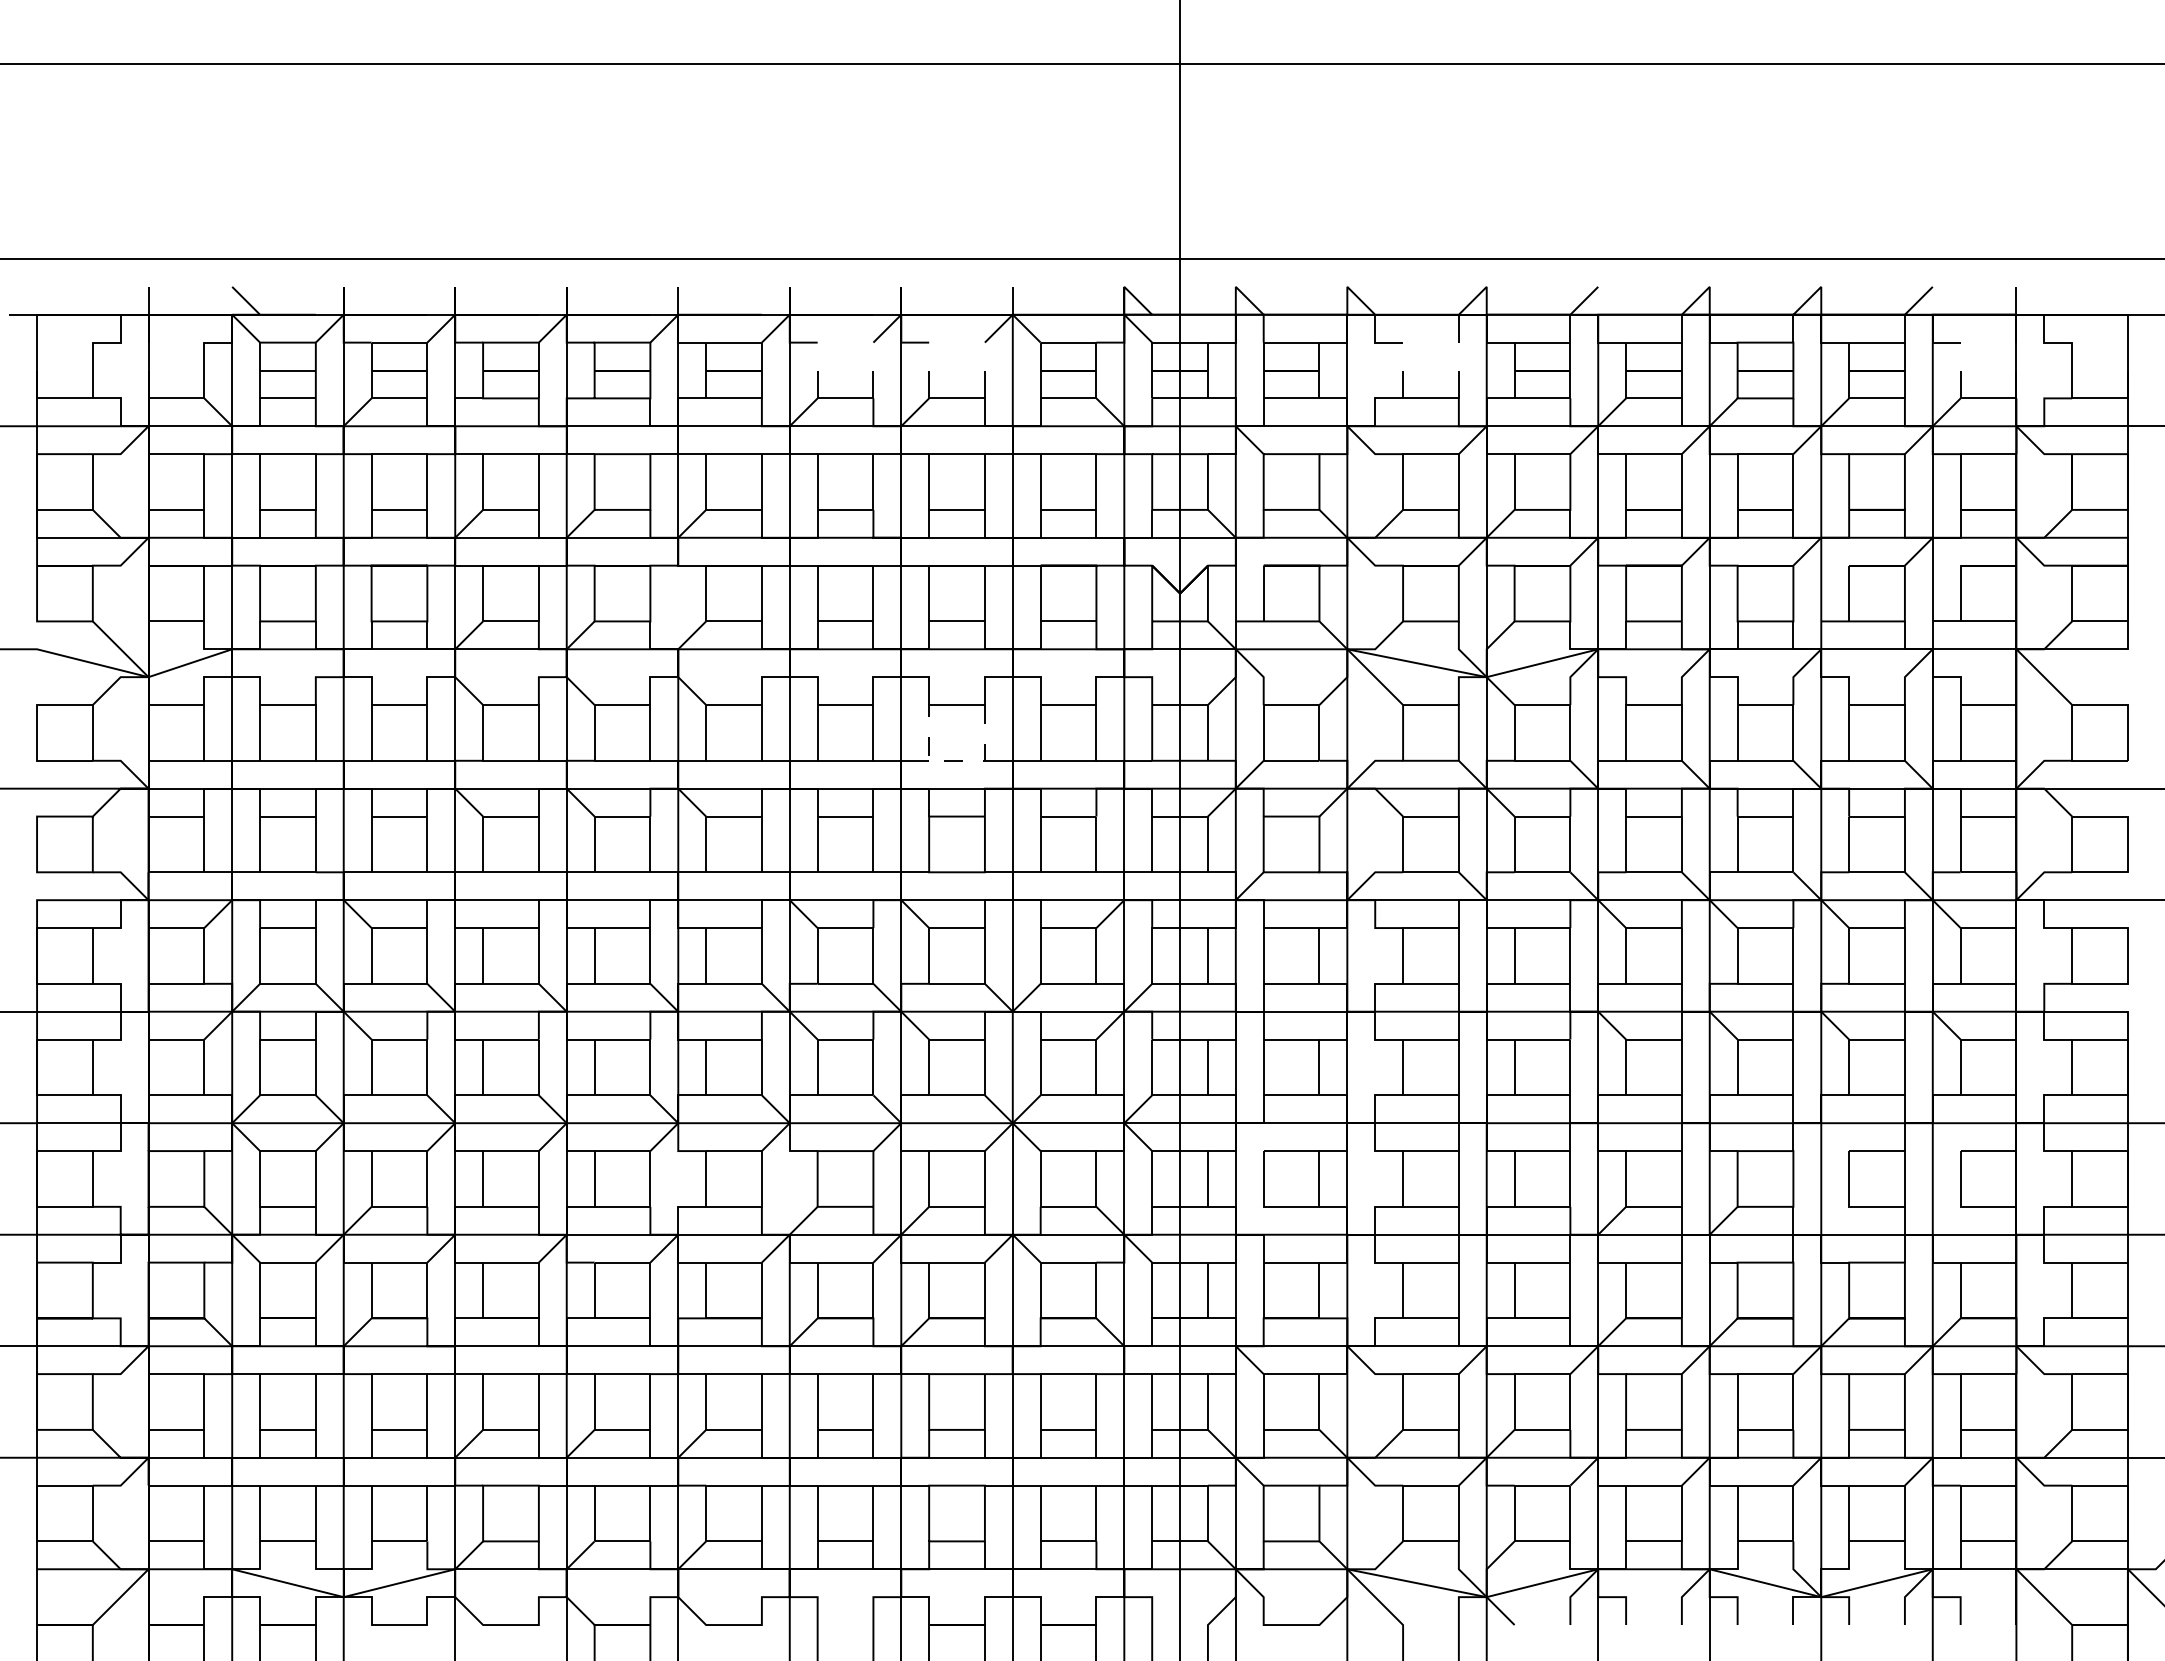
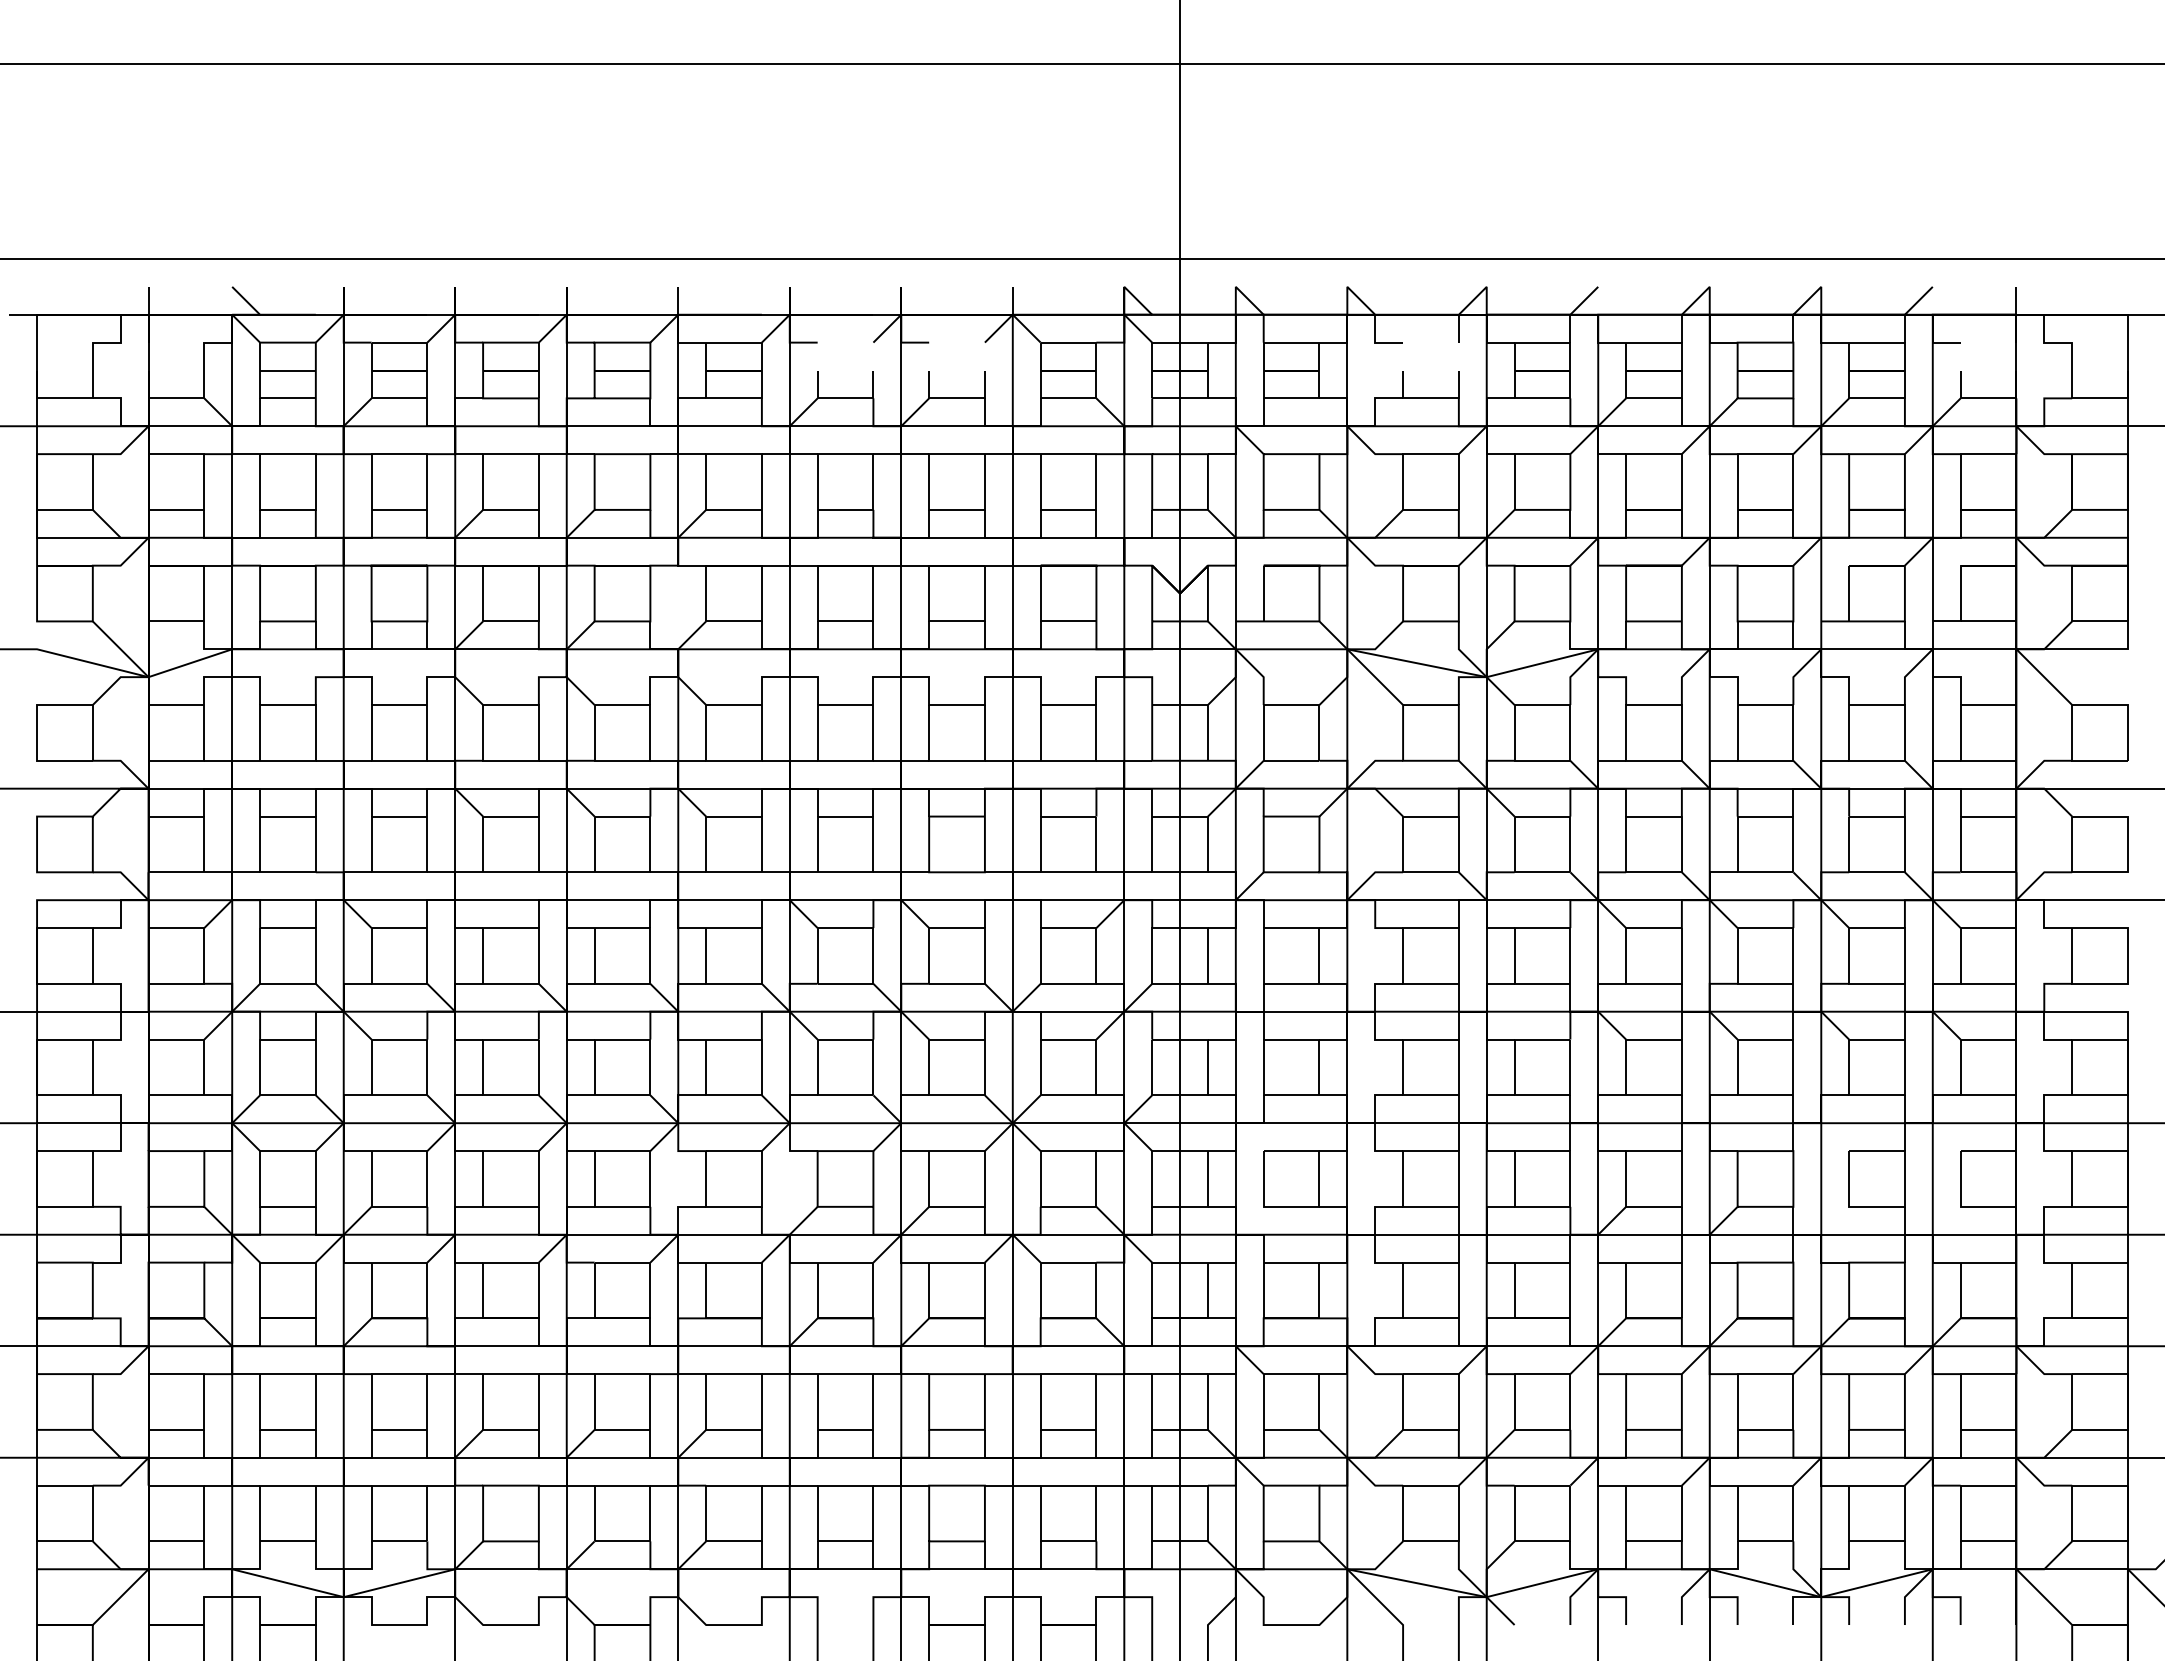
line at (957, 760): dashed -> solid
